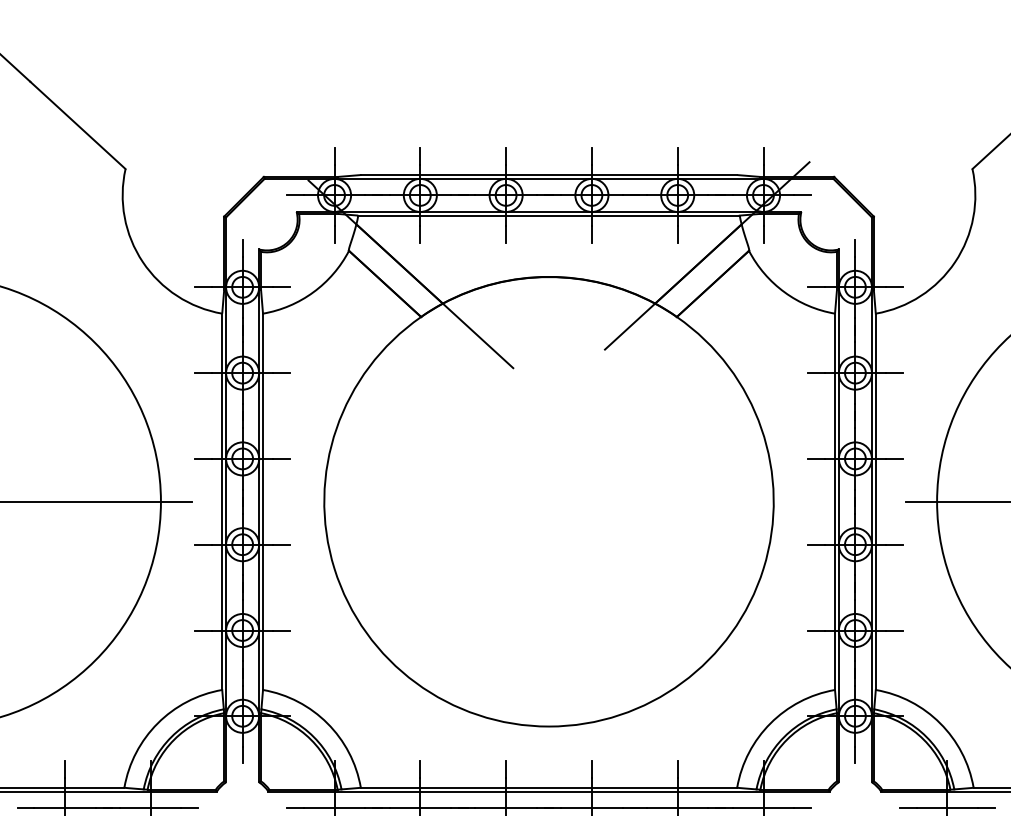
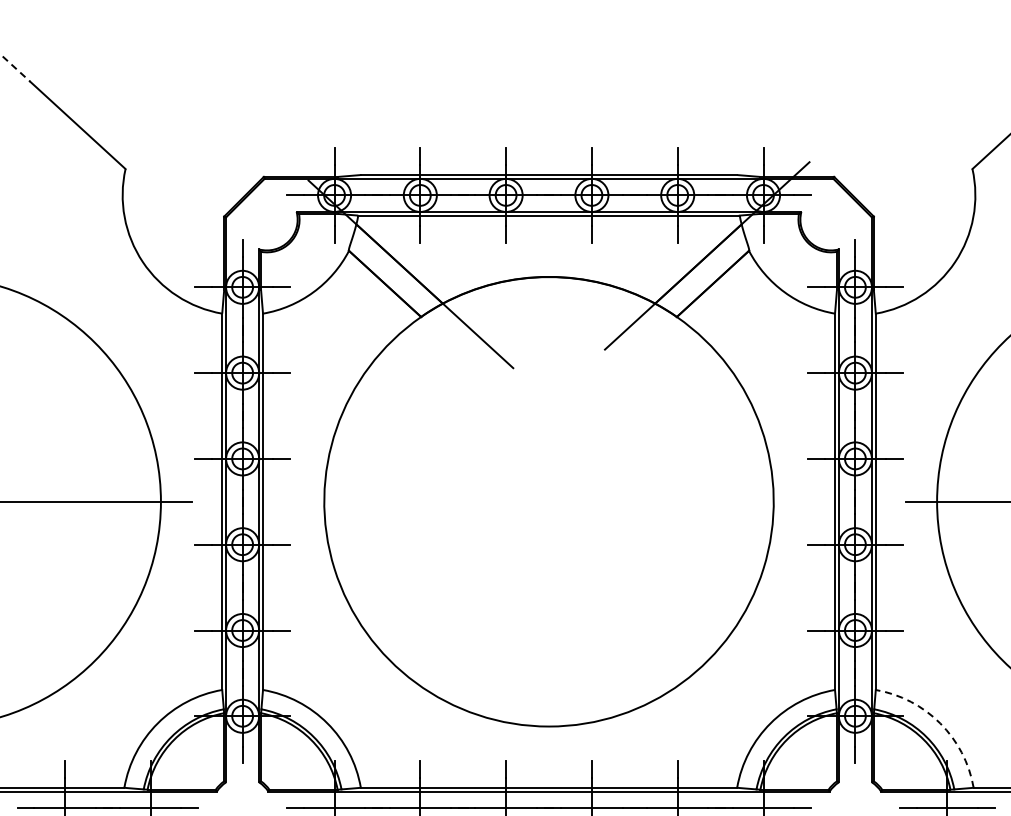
line at (15, 68): solid -> dashed
arc at (940, 723): solid -> dashed
